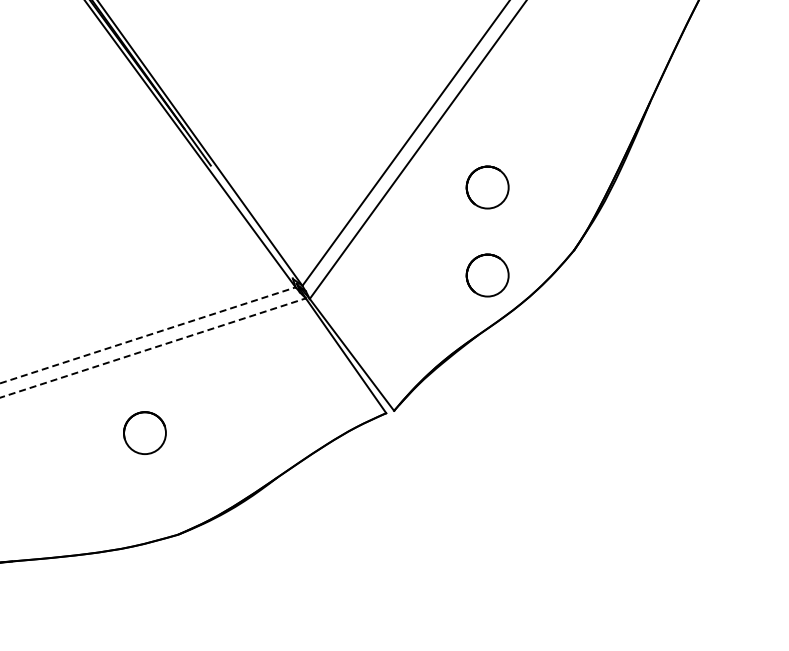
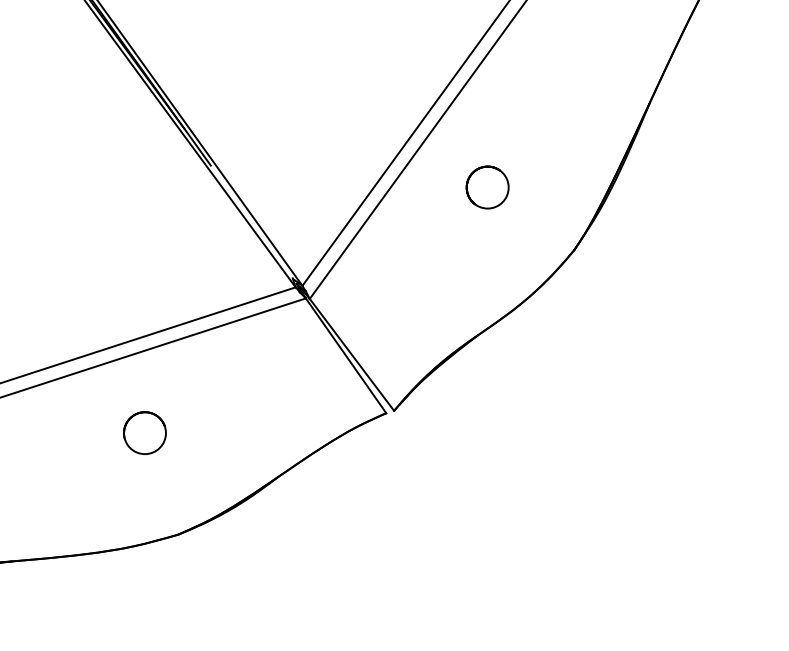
circle at (487, 275): present -> none
line at (148, 335): dashed -> solid
line at (153, 347): dashed -> solid
